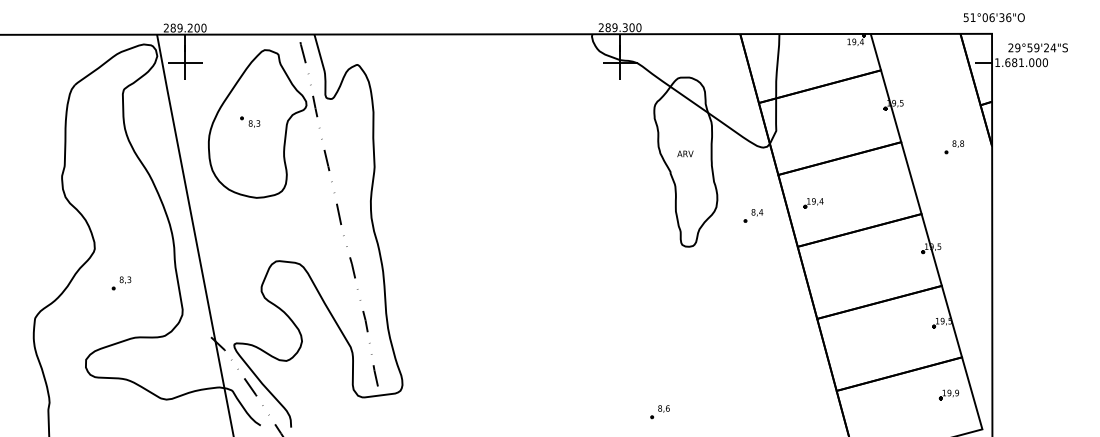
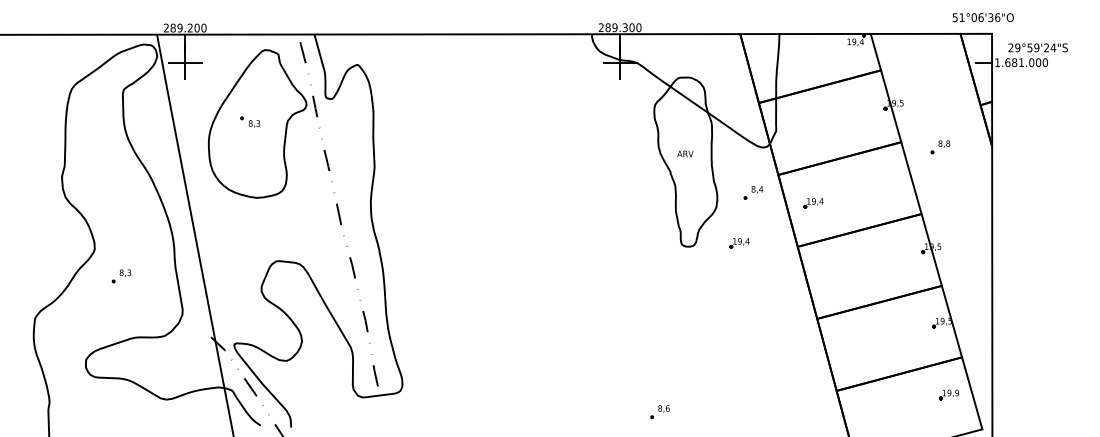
text at (993, 17) position: (993, 17) -> (982, 17)
part at (954, 147) position: (954, 147) -> (940, 147)
part at (753, 215) position: (753, 215) -> (753, 192)
part at (739, 243): none -> present
part at (121, 283) position: (121, 283) -> (121, 276)
